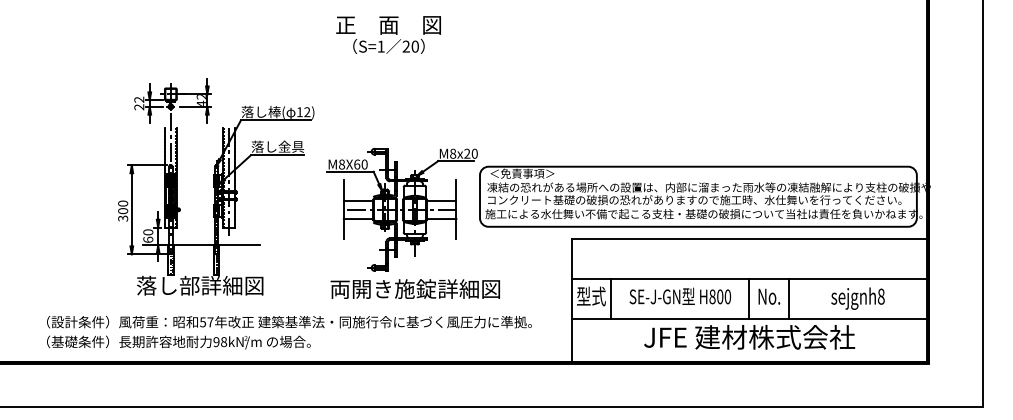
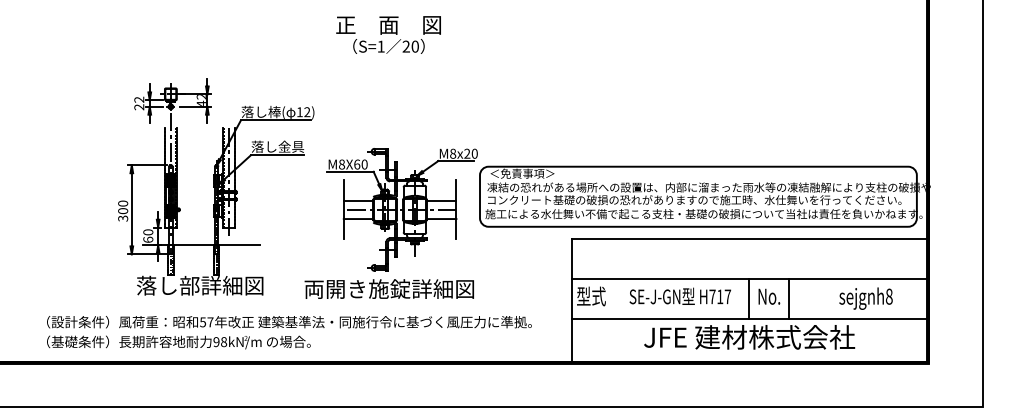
text at (414, 288) position: (414, 288) -> (388, 288)
text at (720, 296): H800 -> H717
line at (611, 298): present -> none
text at (857, 298) position: (857, 298) -> (865, 298)
